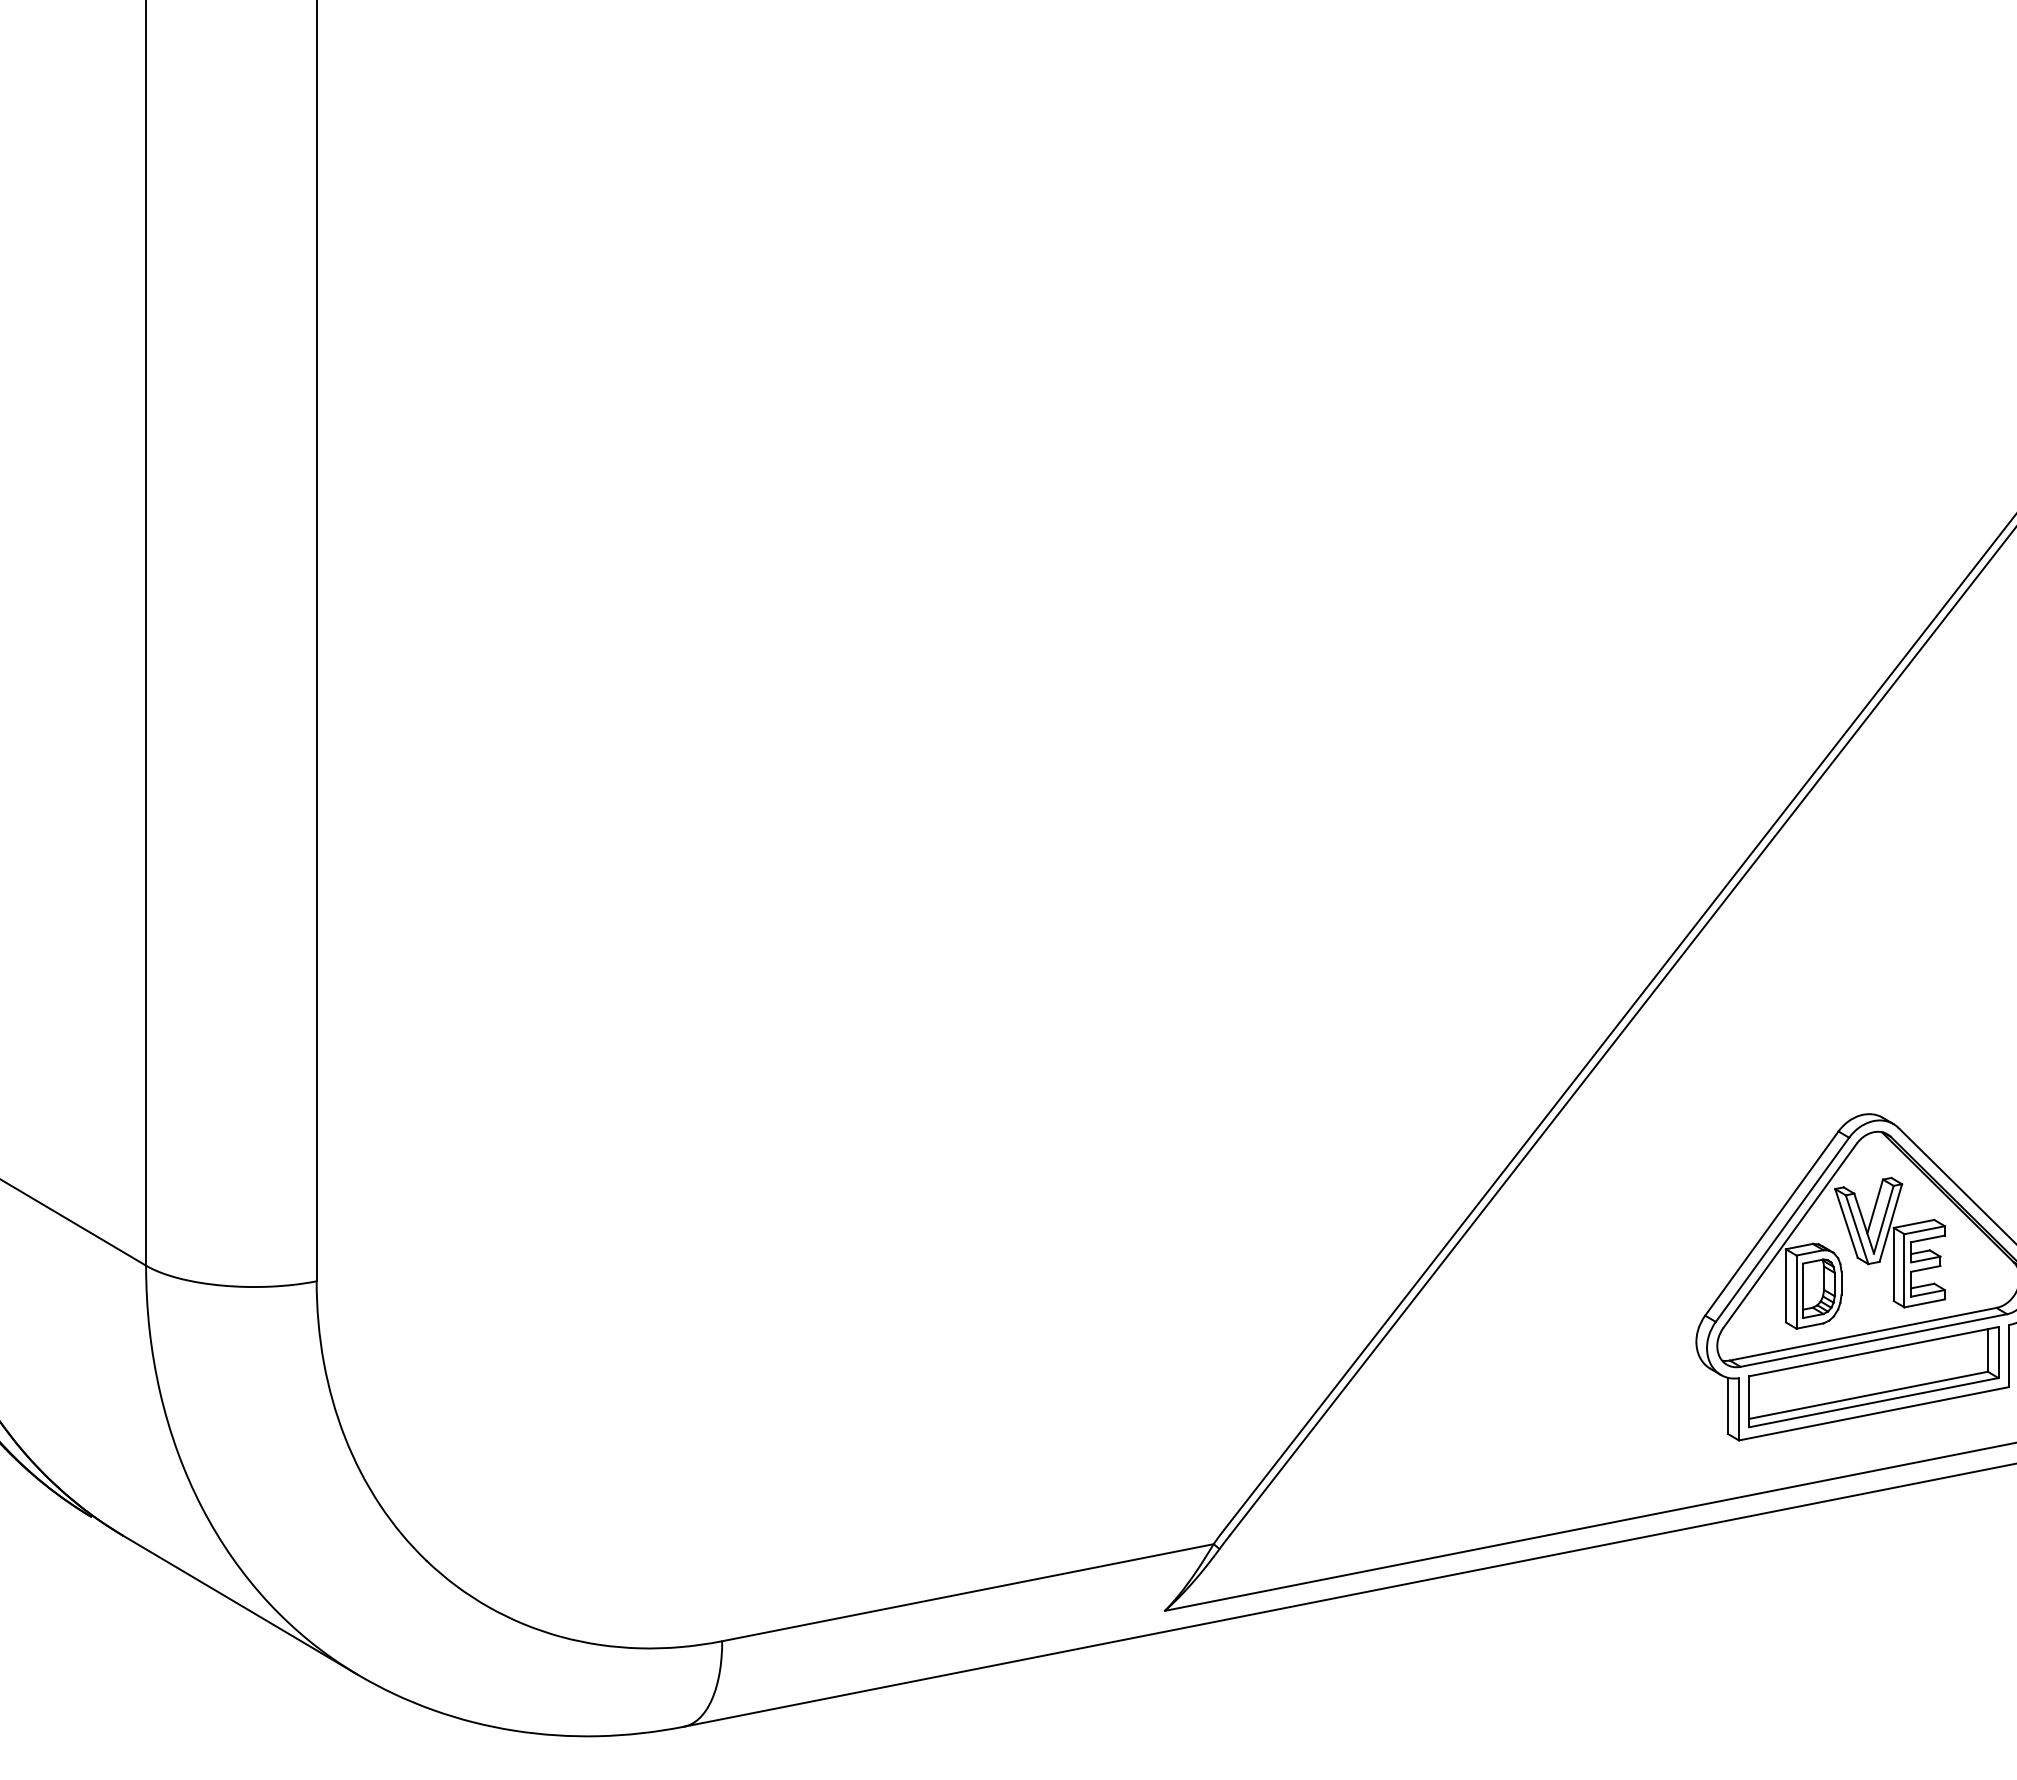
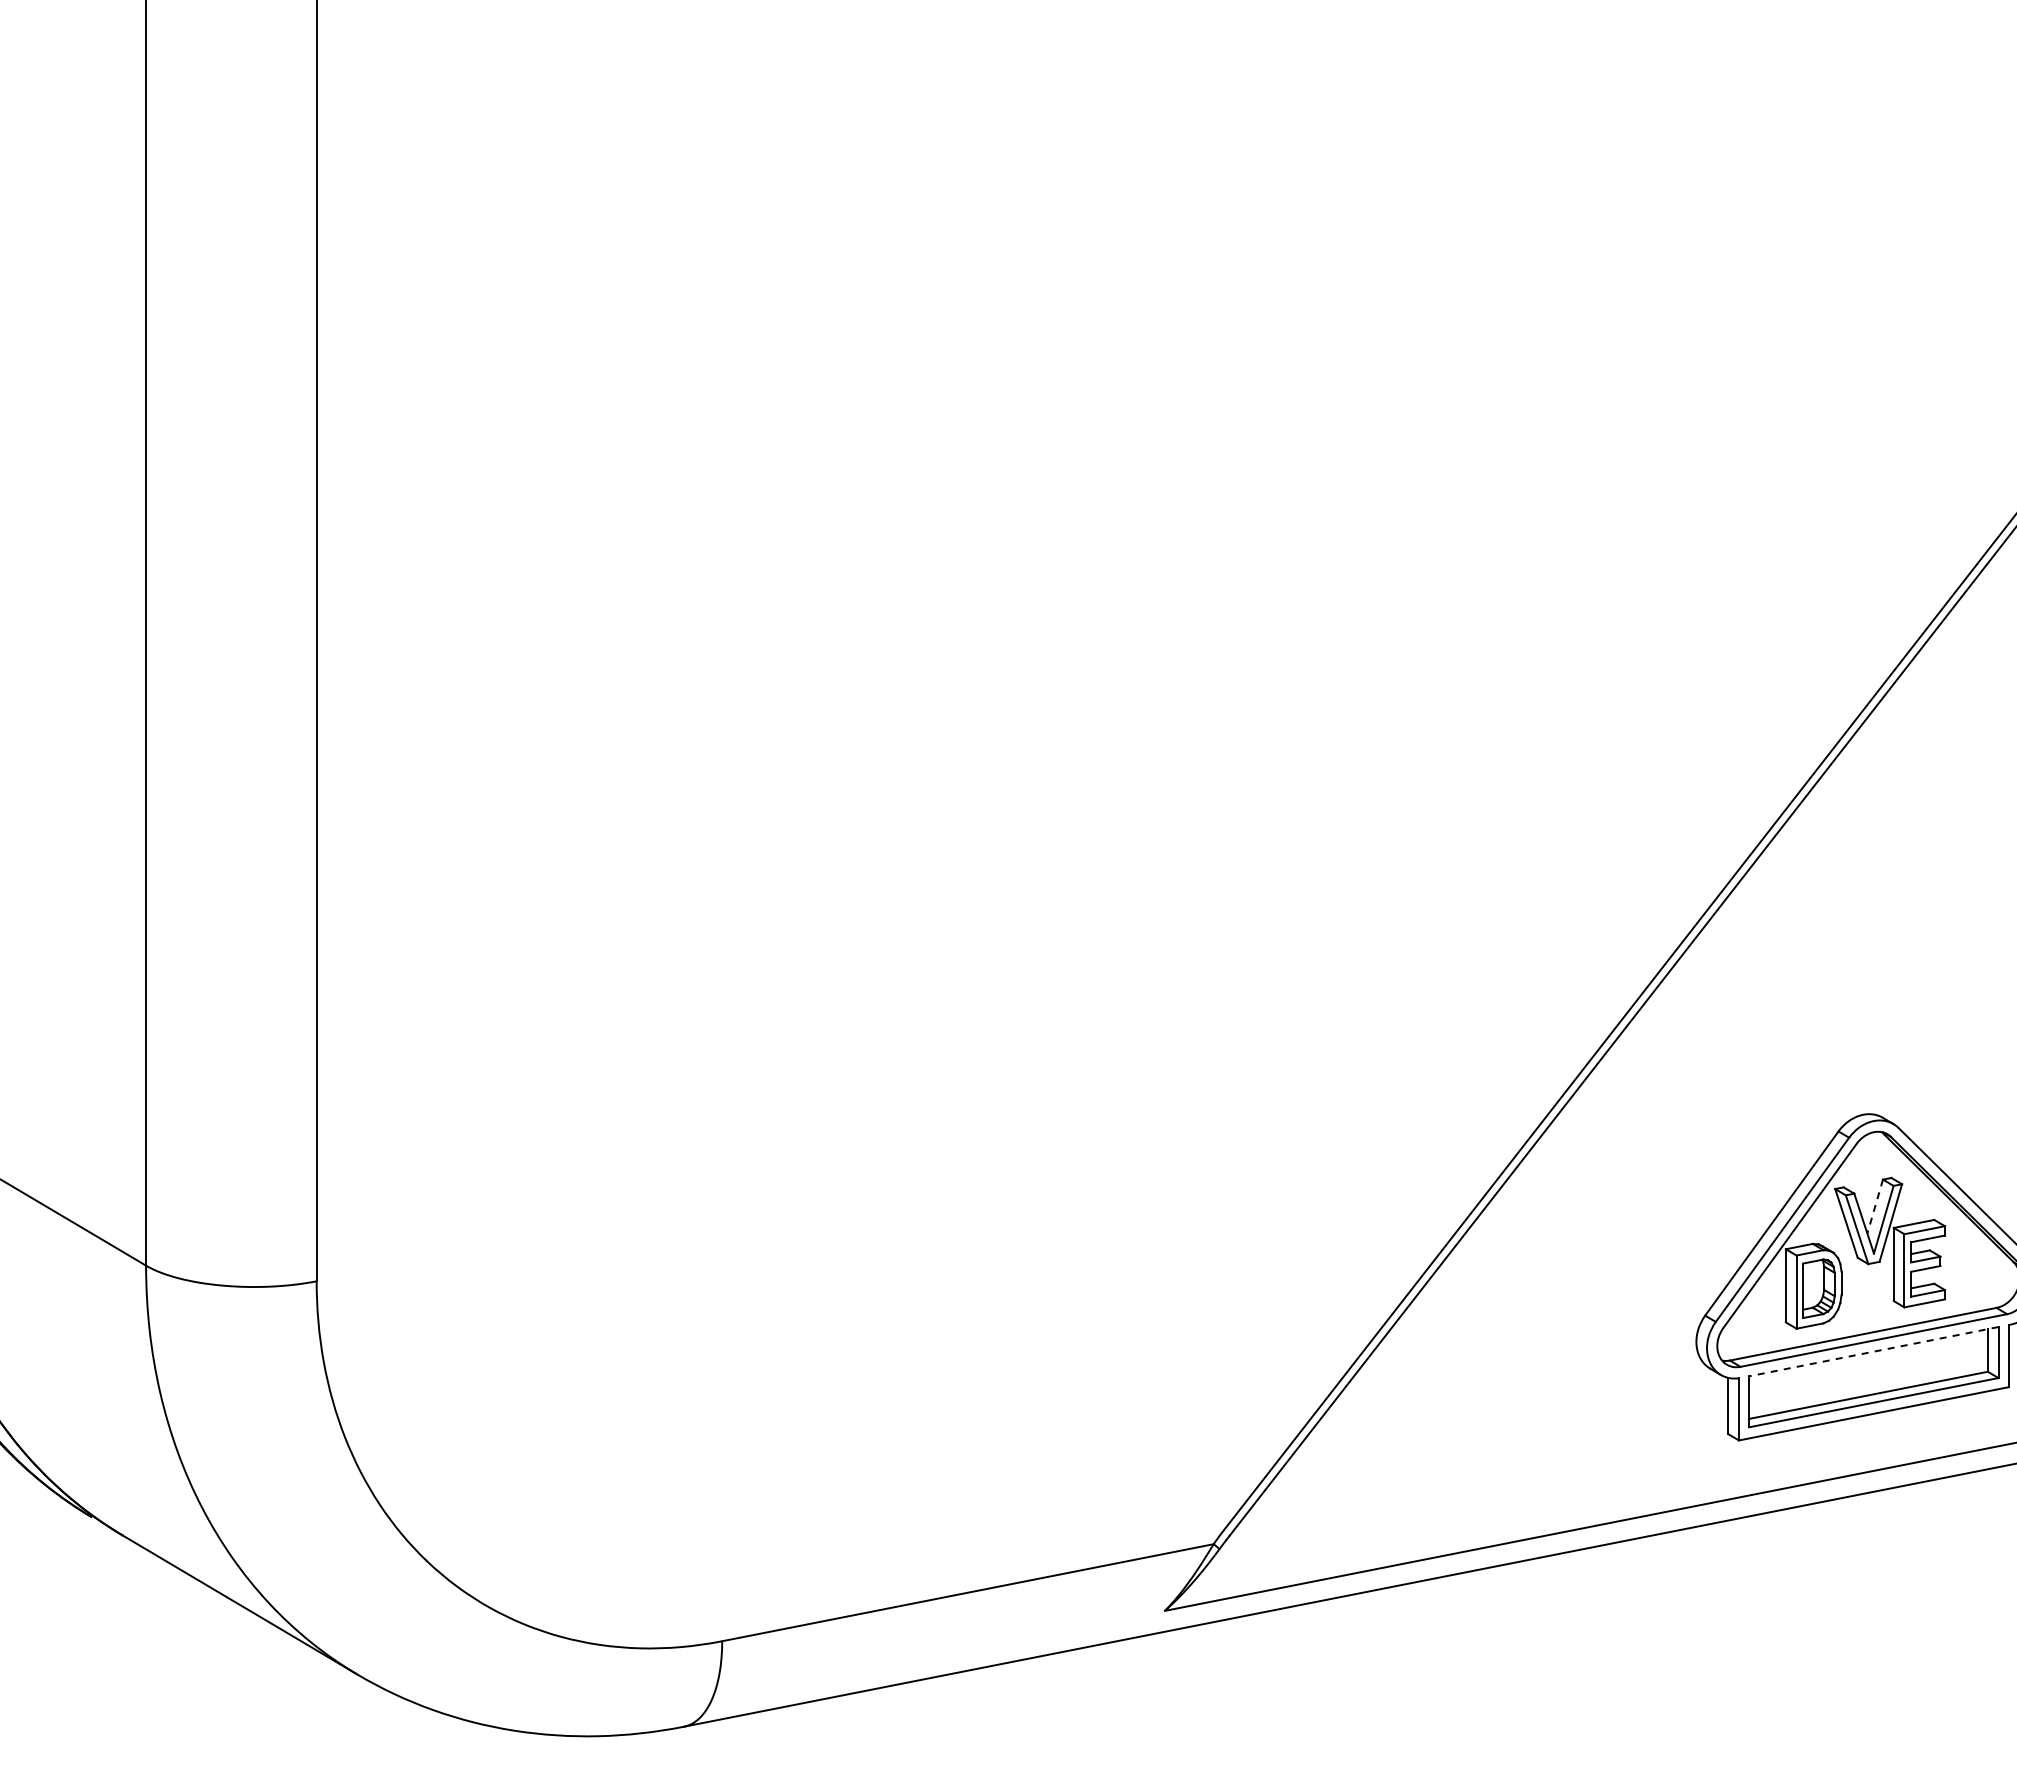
line at (1875, 1207): solid -> dashed
line at (1873, 1351): solid -> dashed
